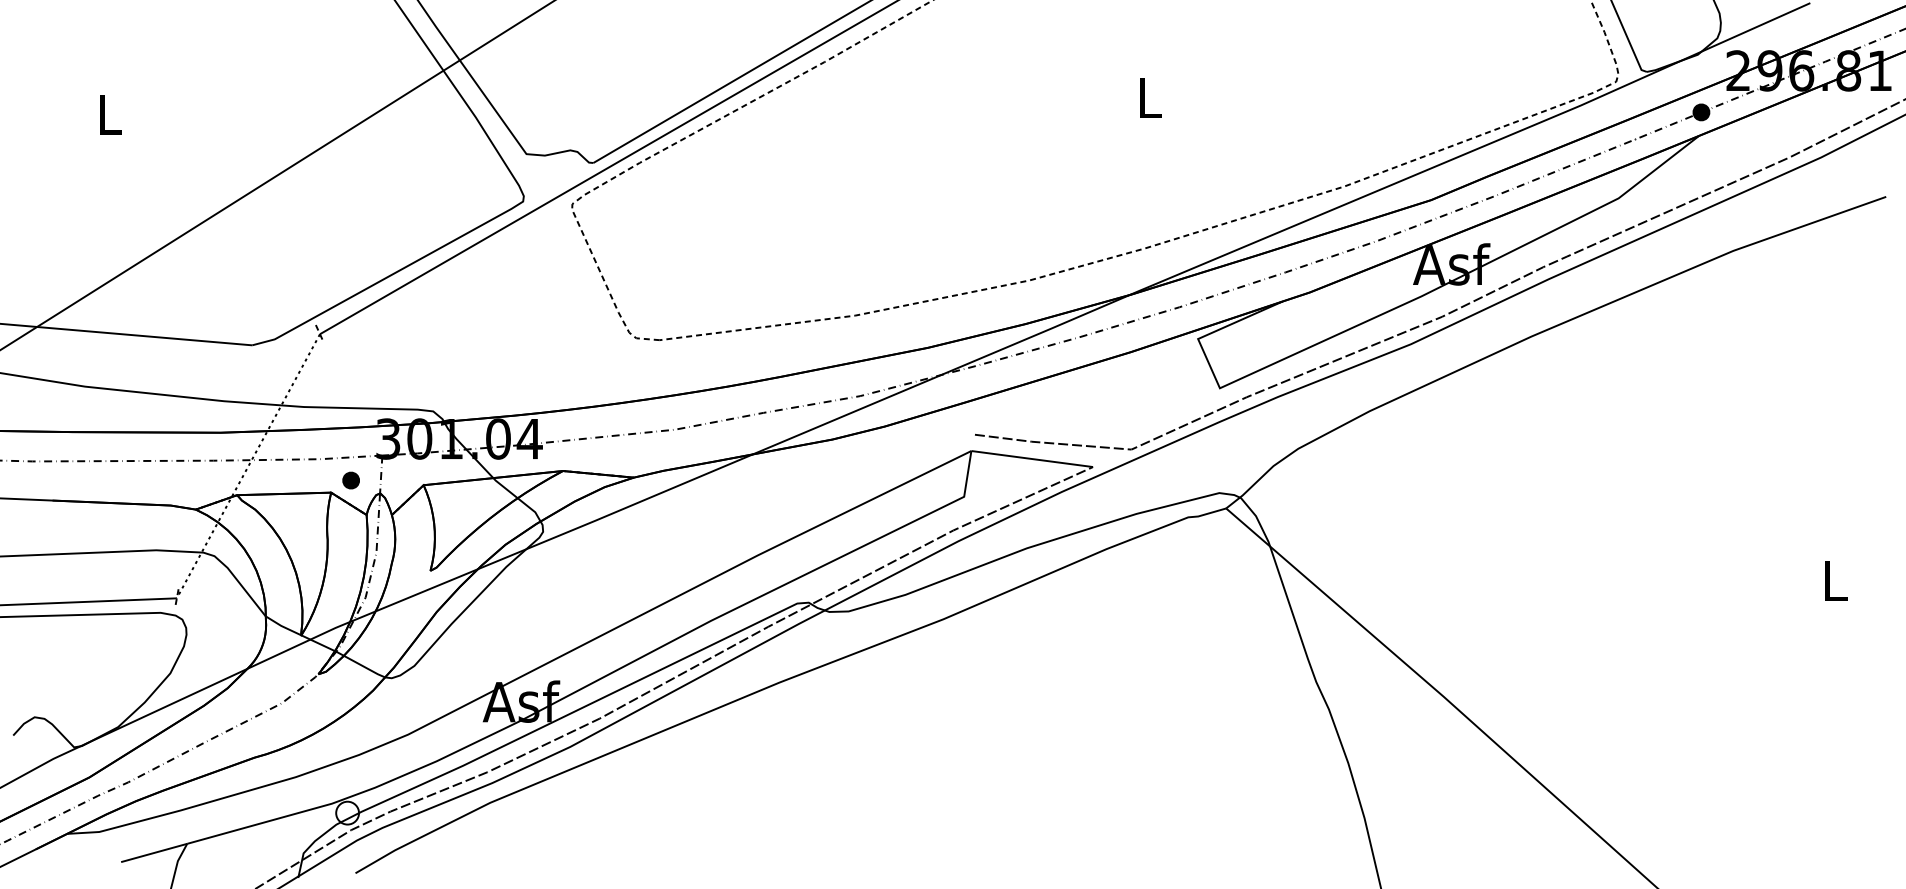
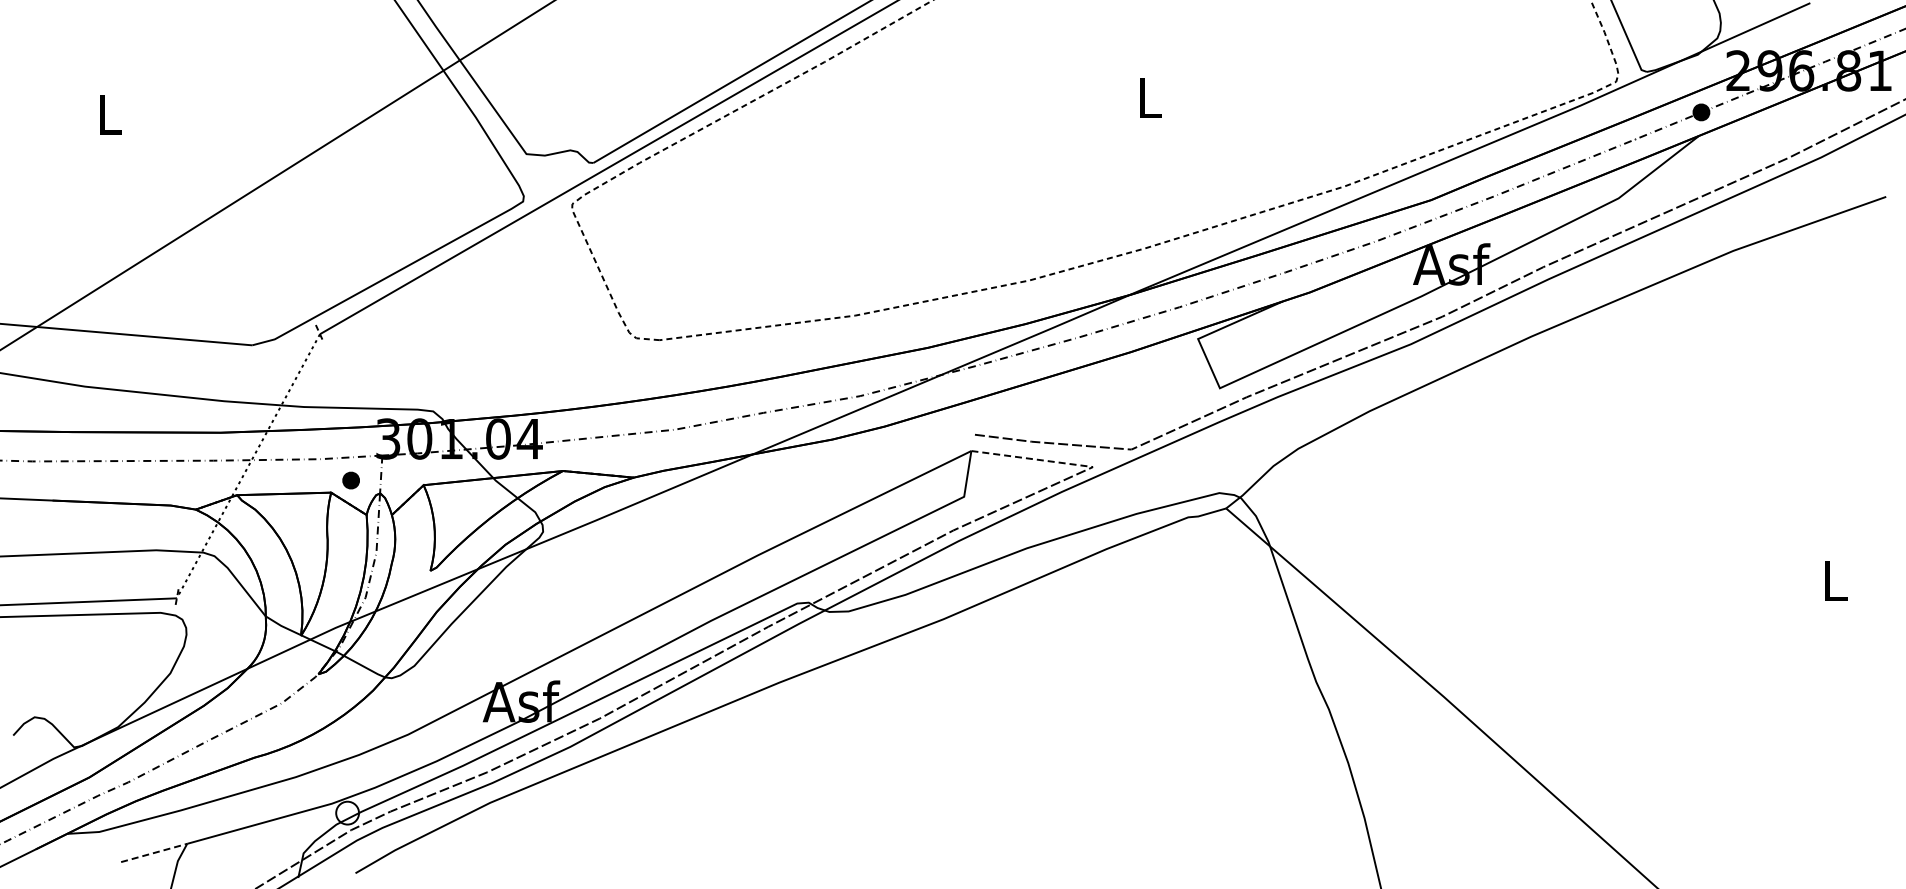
line at (1032, 459): solid -> dashed
line at (154, 852): solid -> dashed
